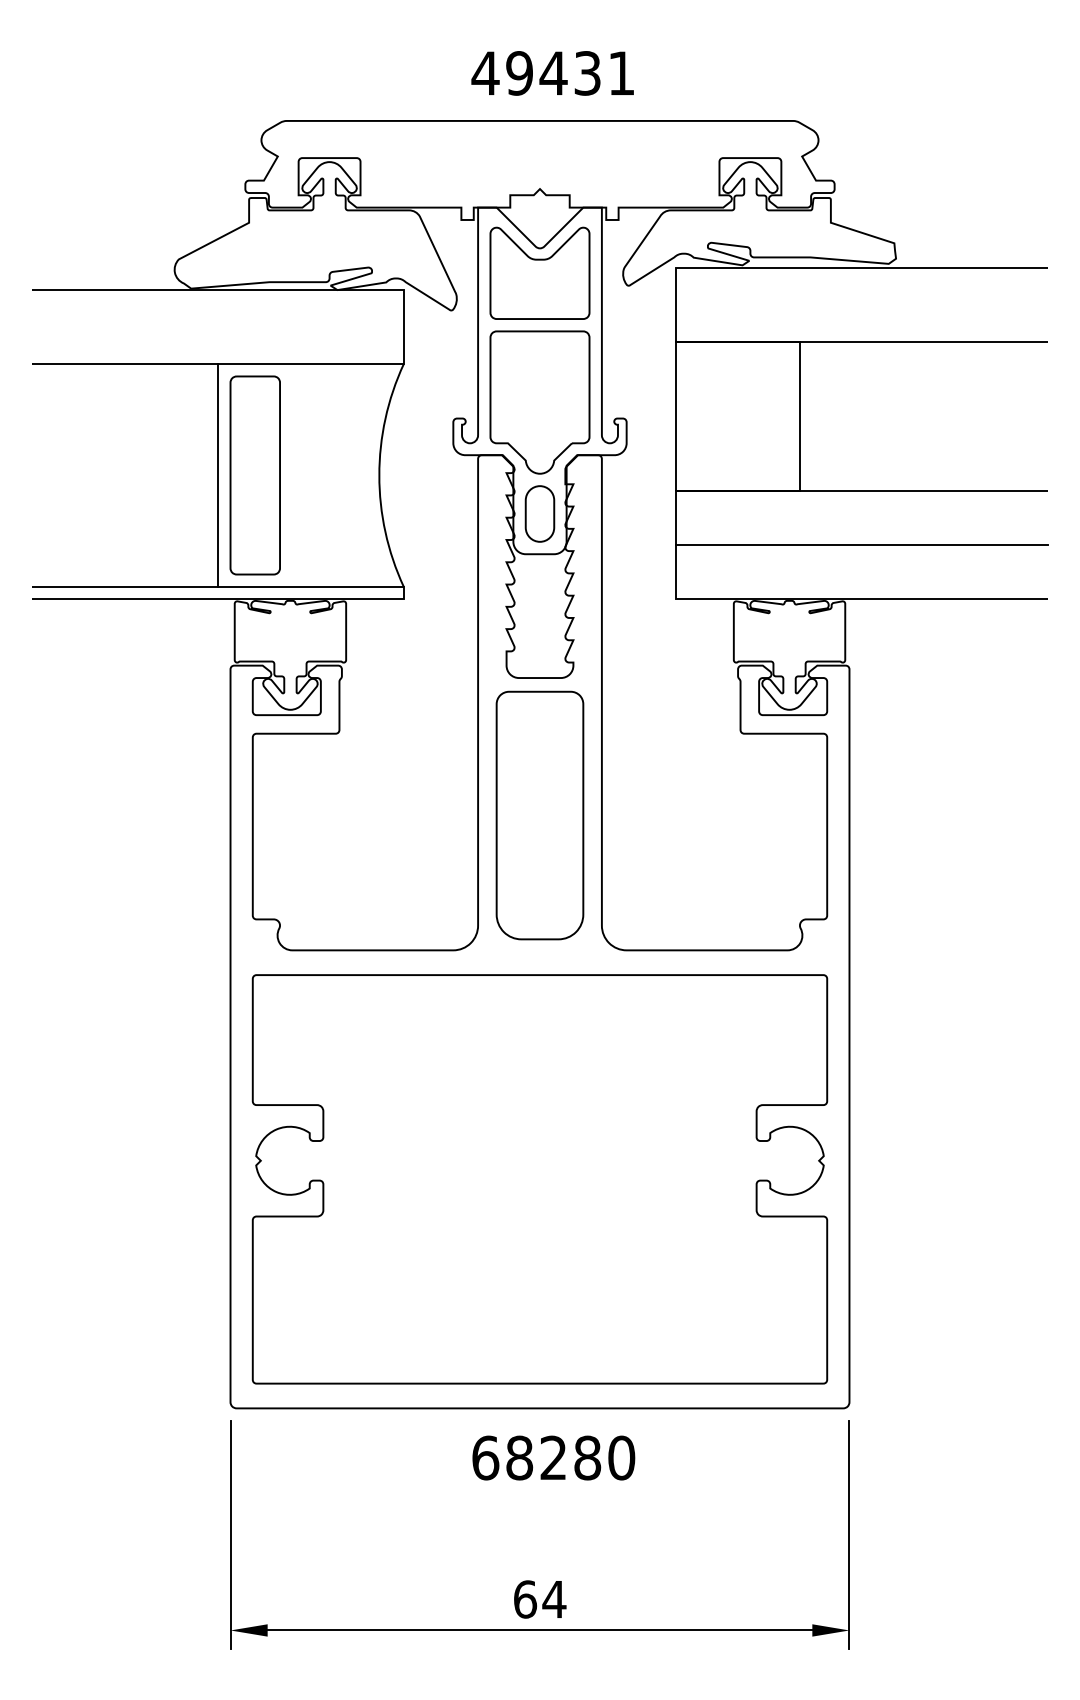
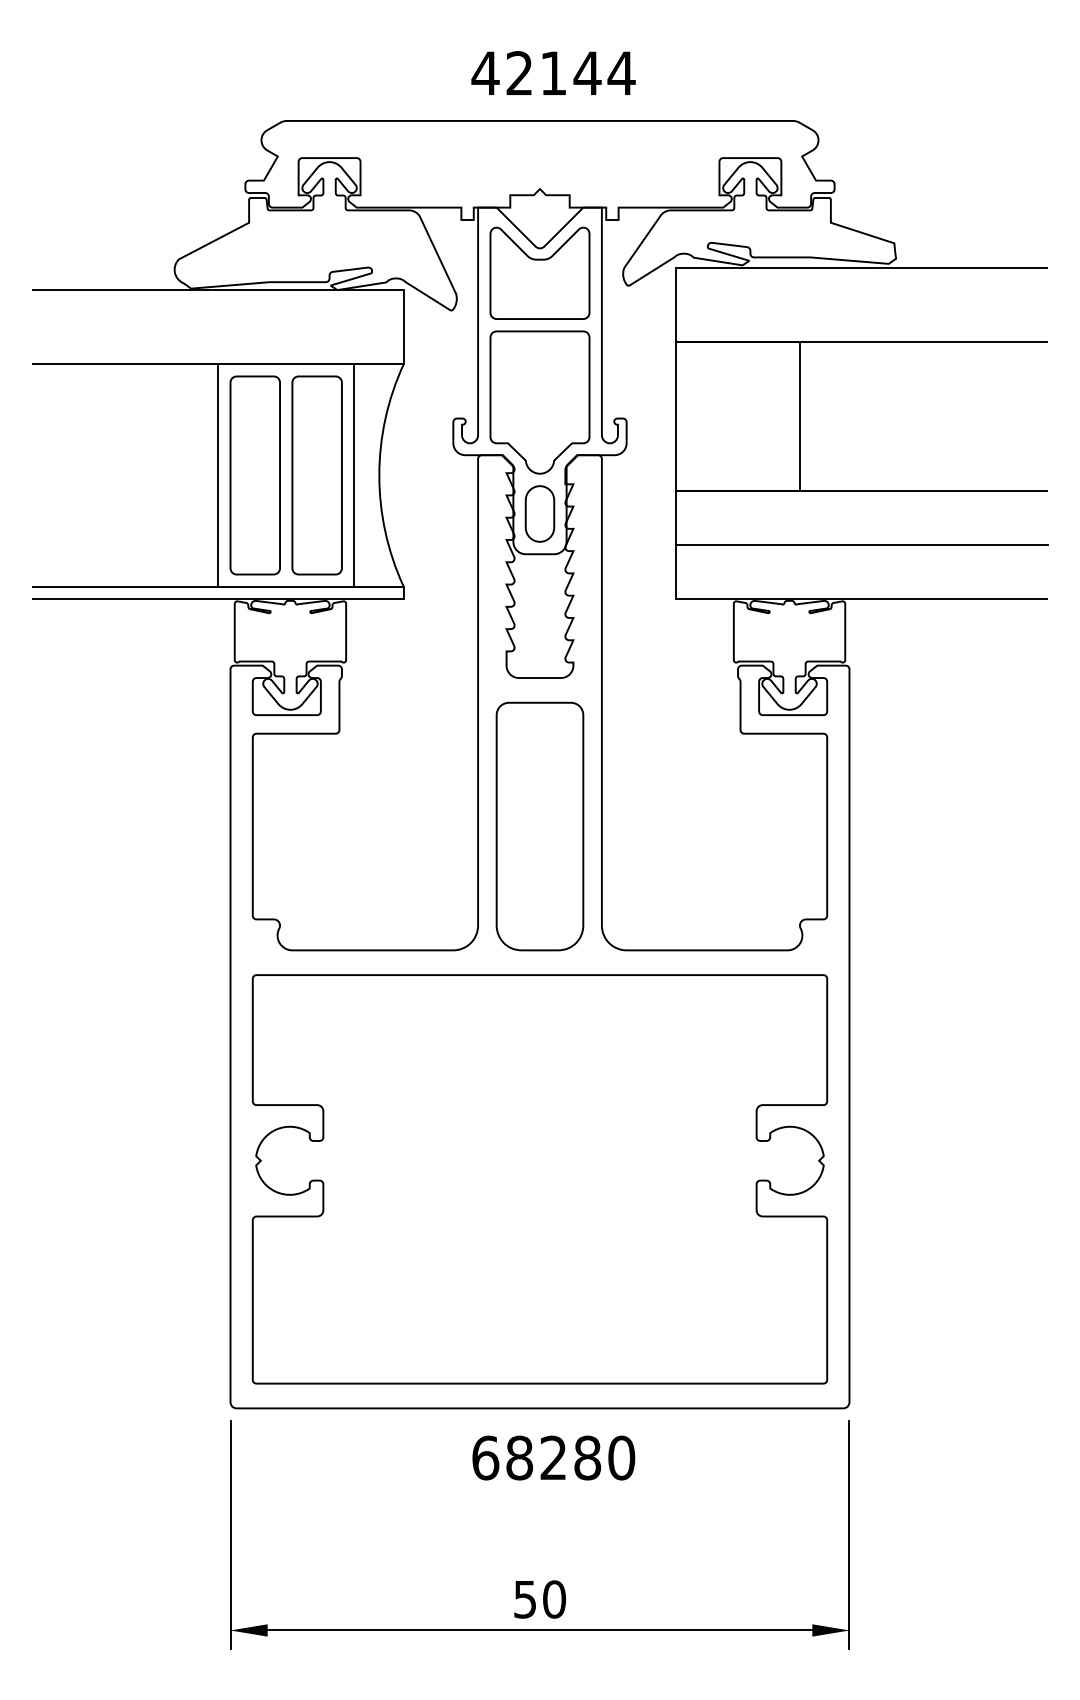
text at (570, 73): 49431 -> 42144
part at (316, 475): none -> present
line at (354, 475): none -> present
part at (539, 815) position: (539, 815) -> (539, 826)
text at (540, 1599): 64 -> 50
